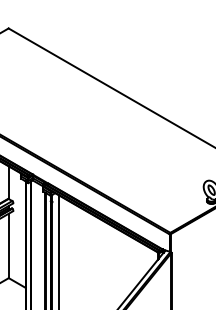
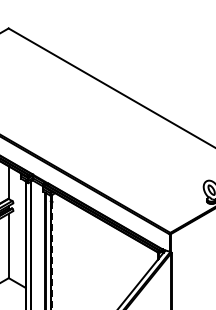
line at (58, 250): present -> none
line at (52, 255): solid -> dashed
